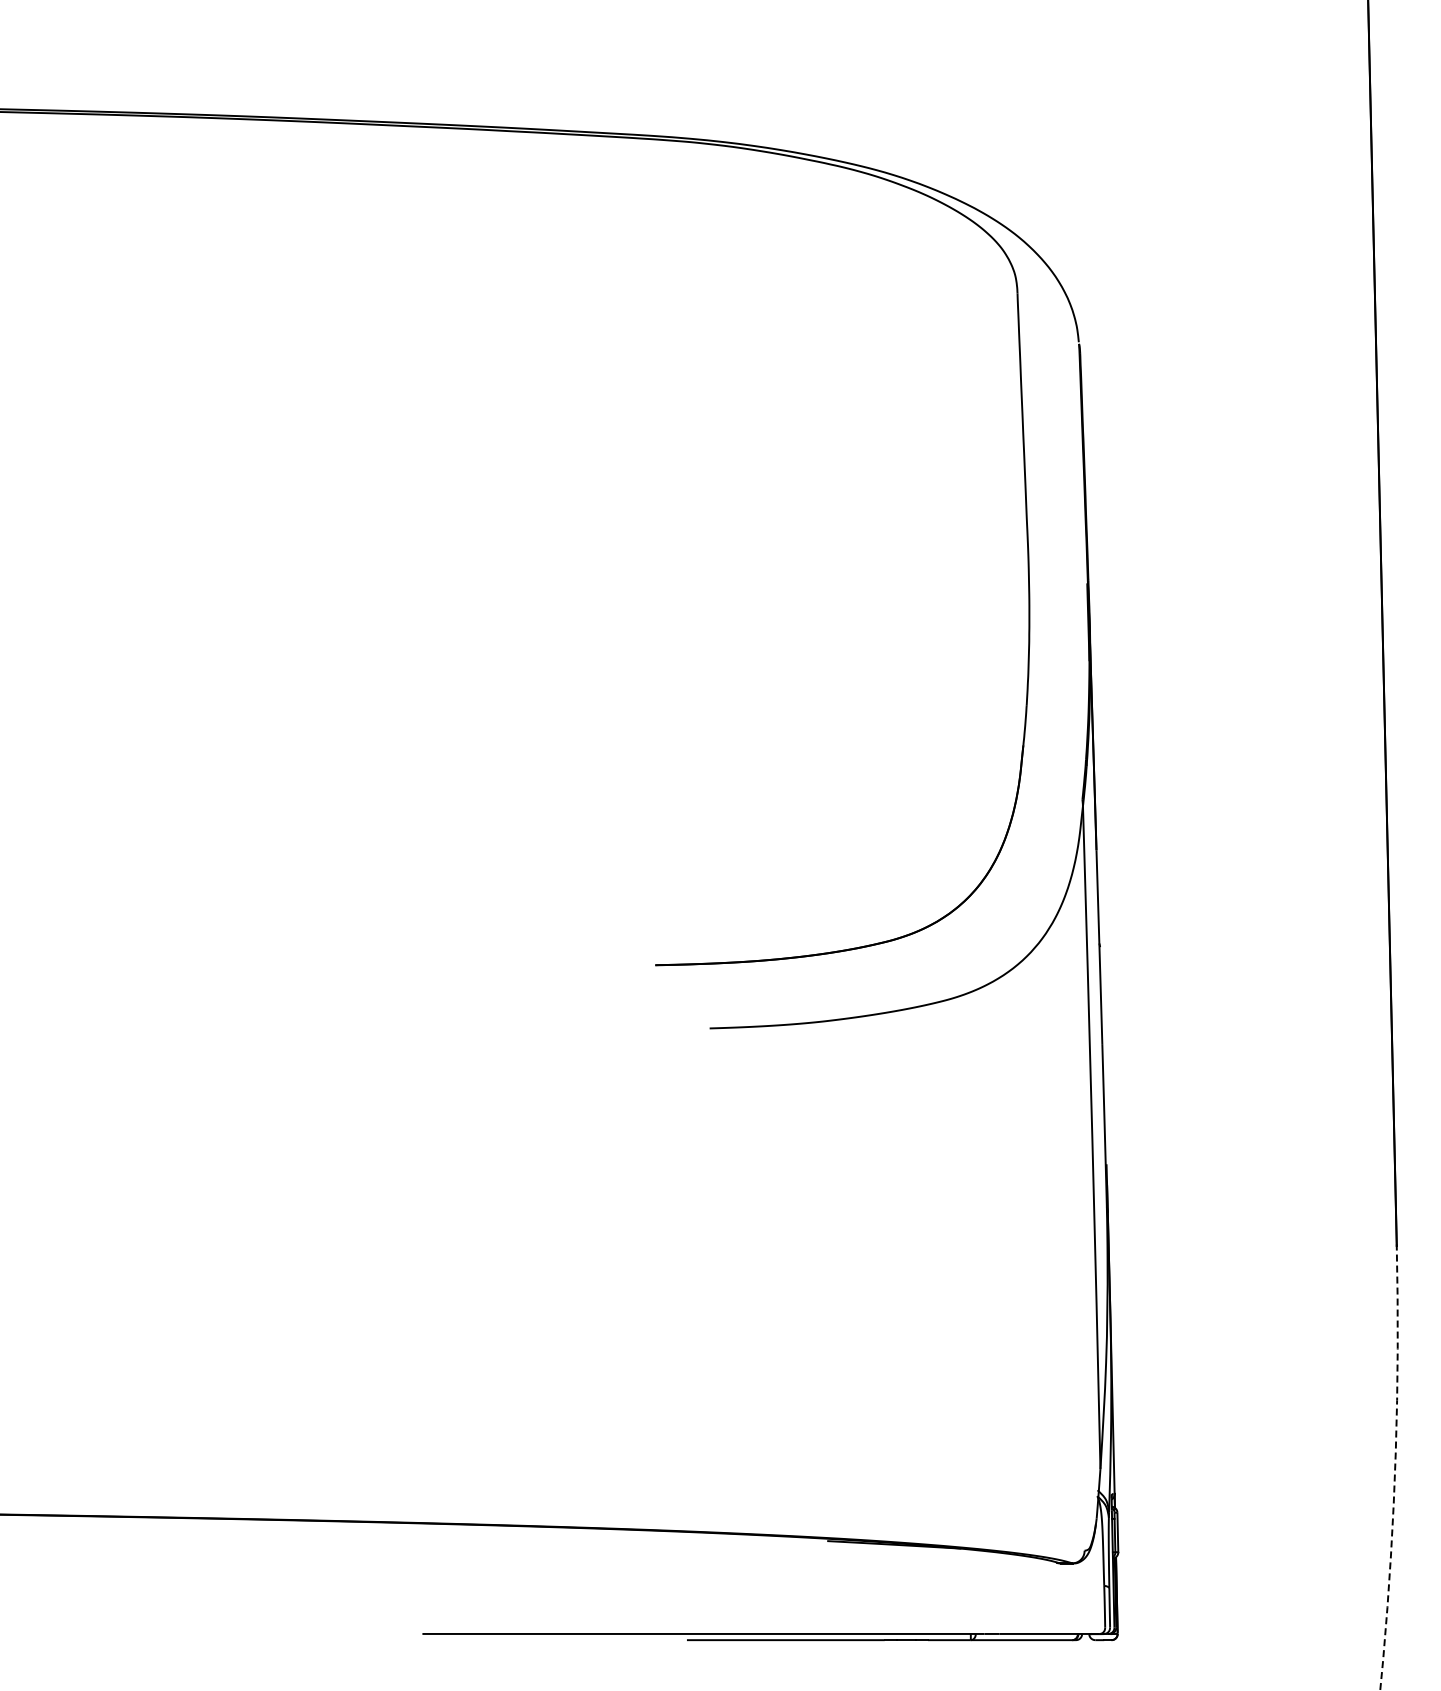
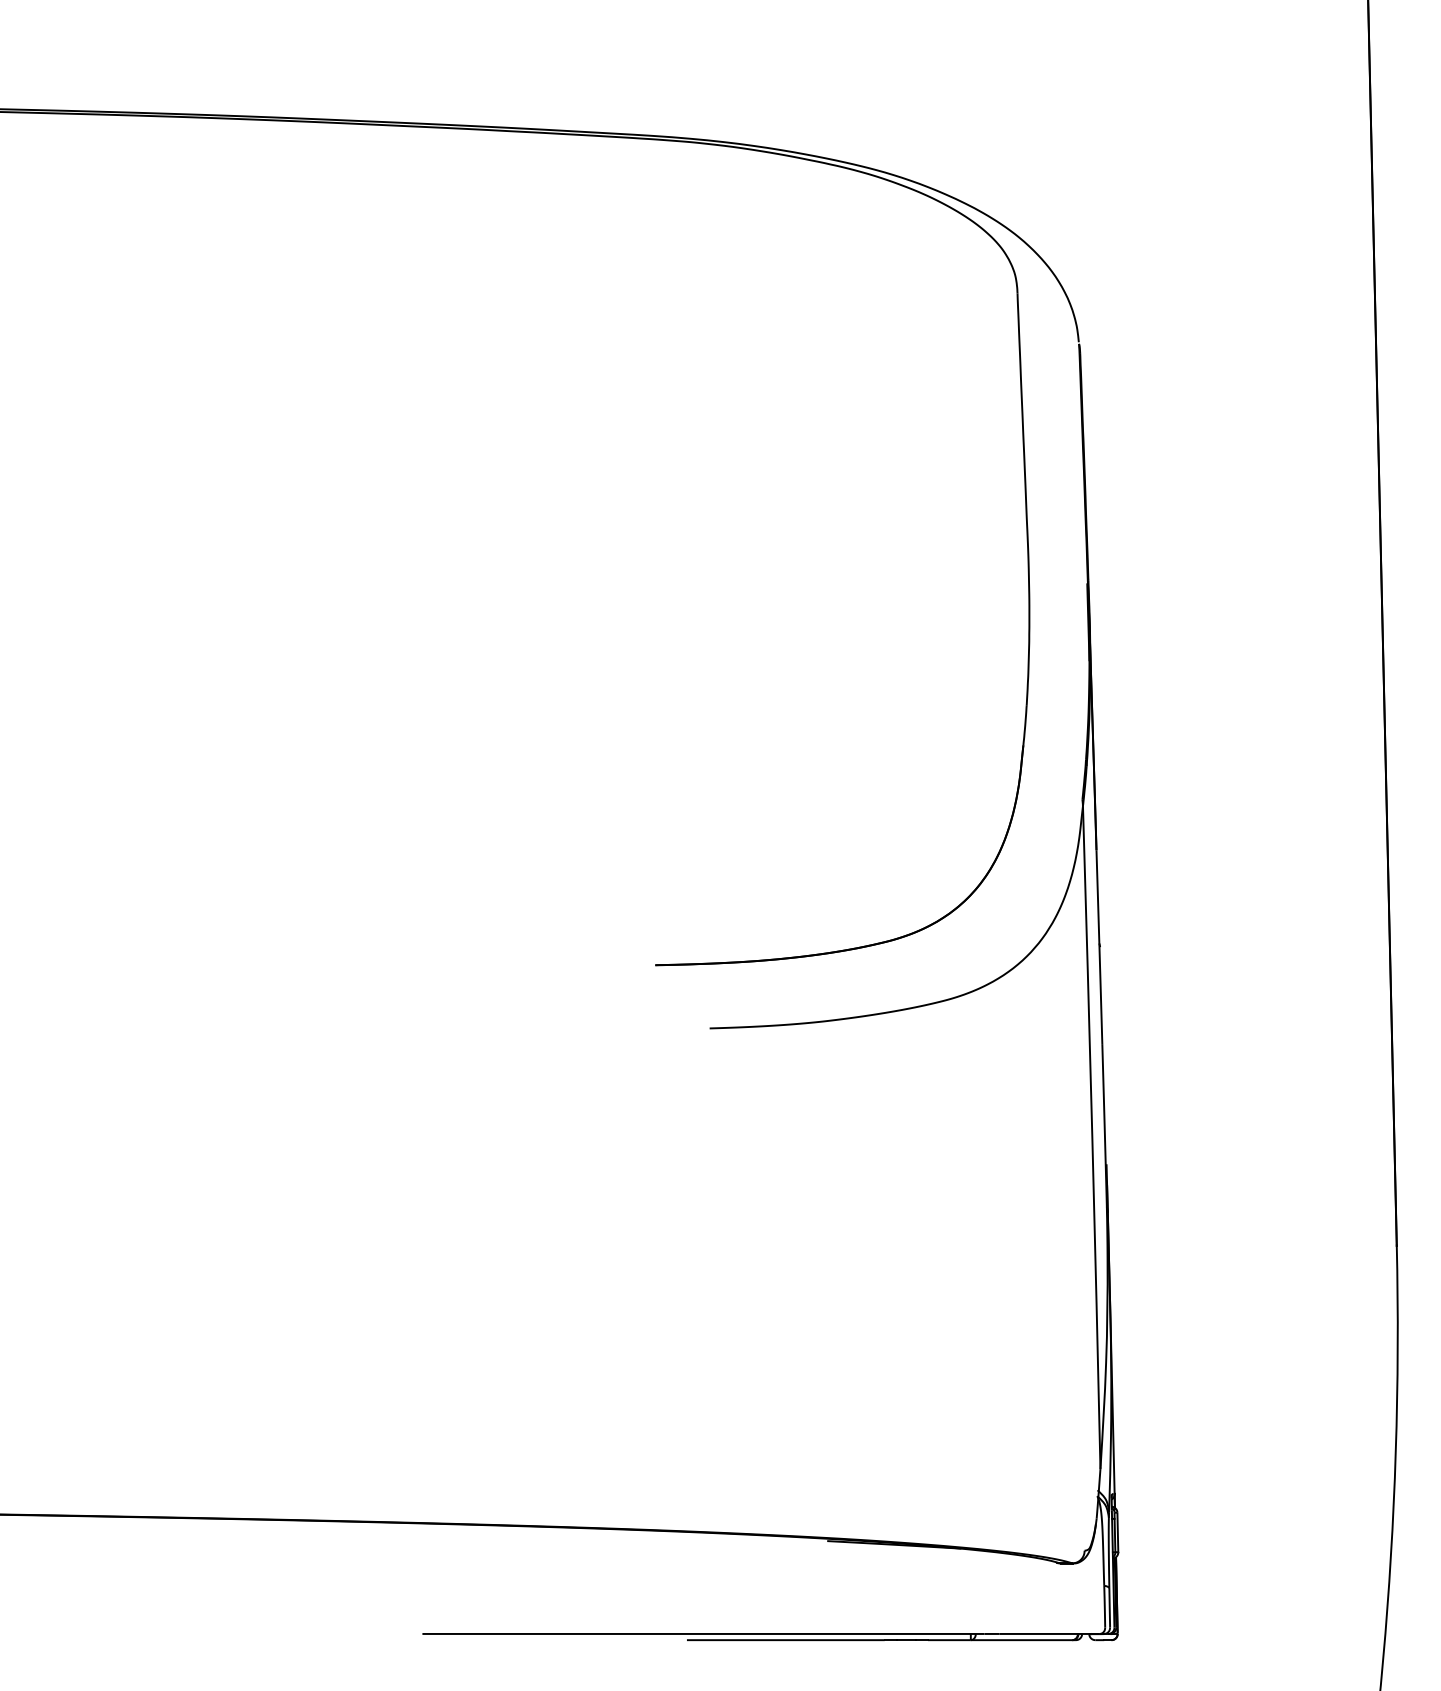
arc at (1395, 1467): dashed -> solid
